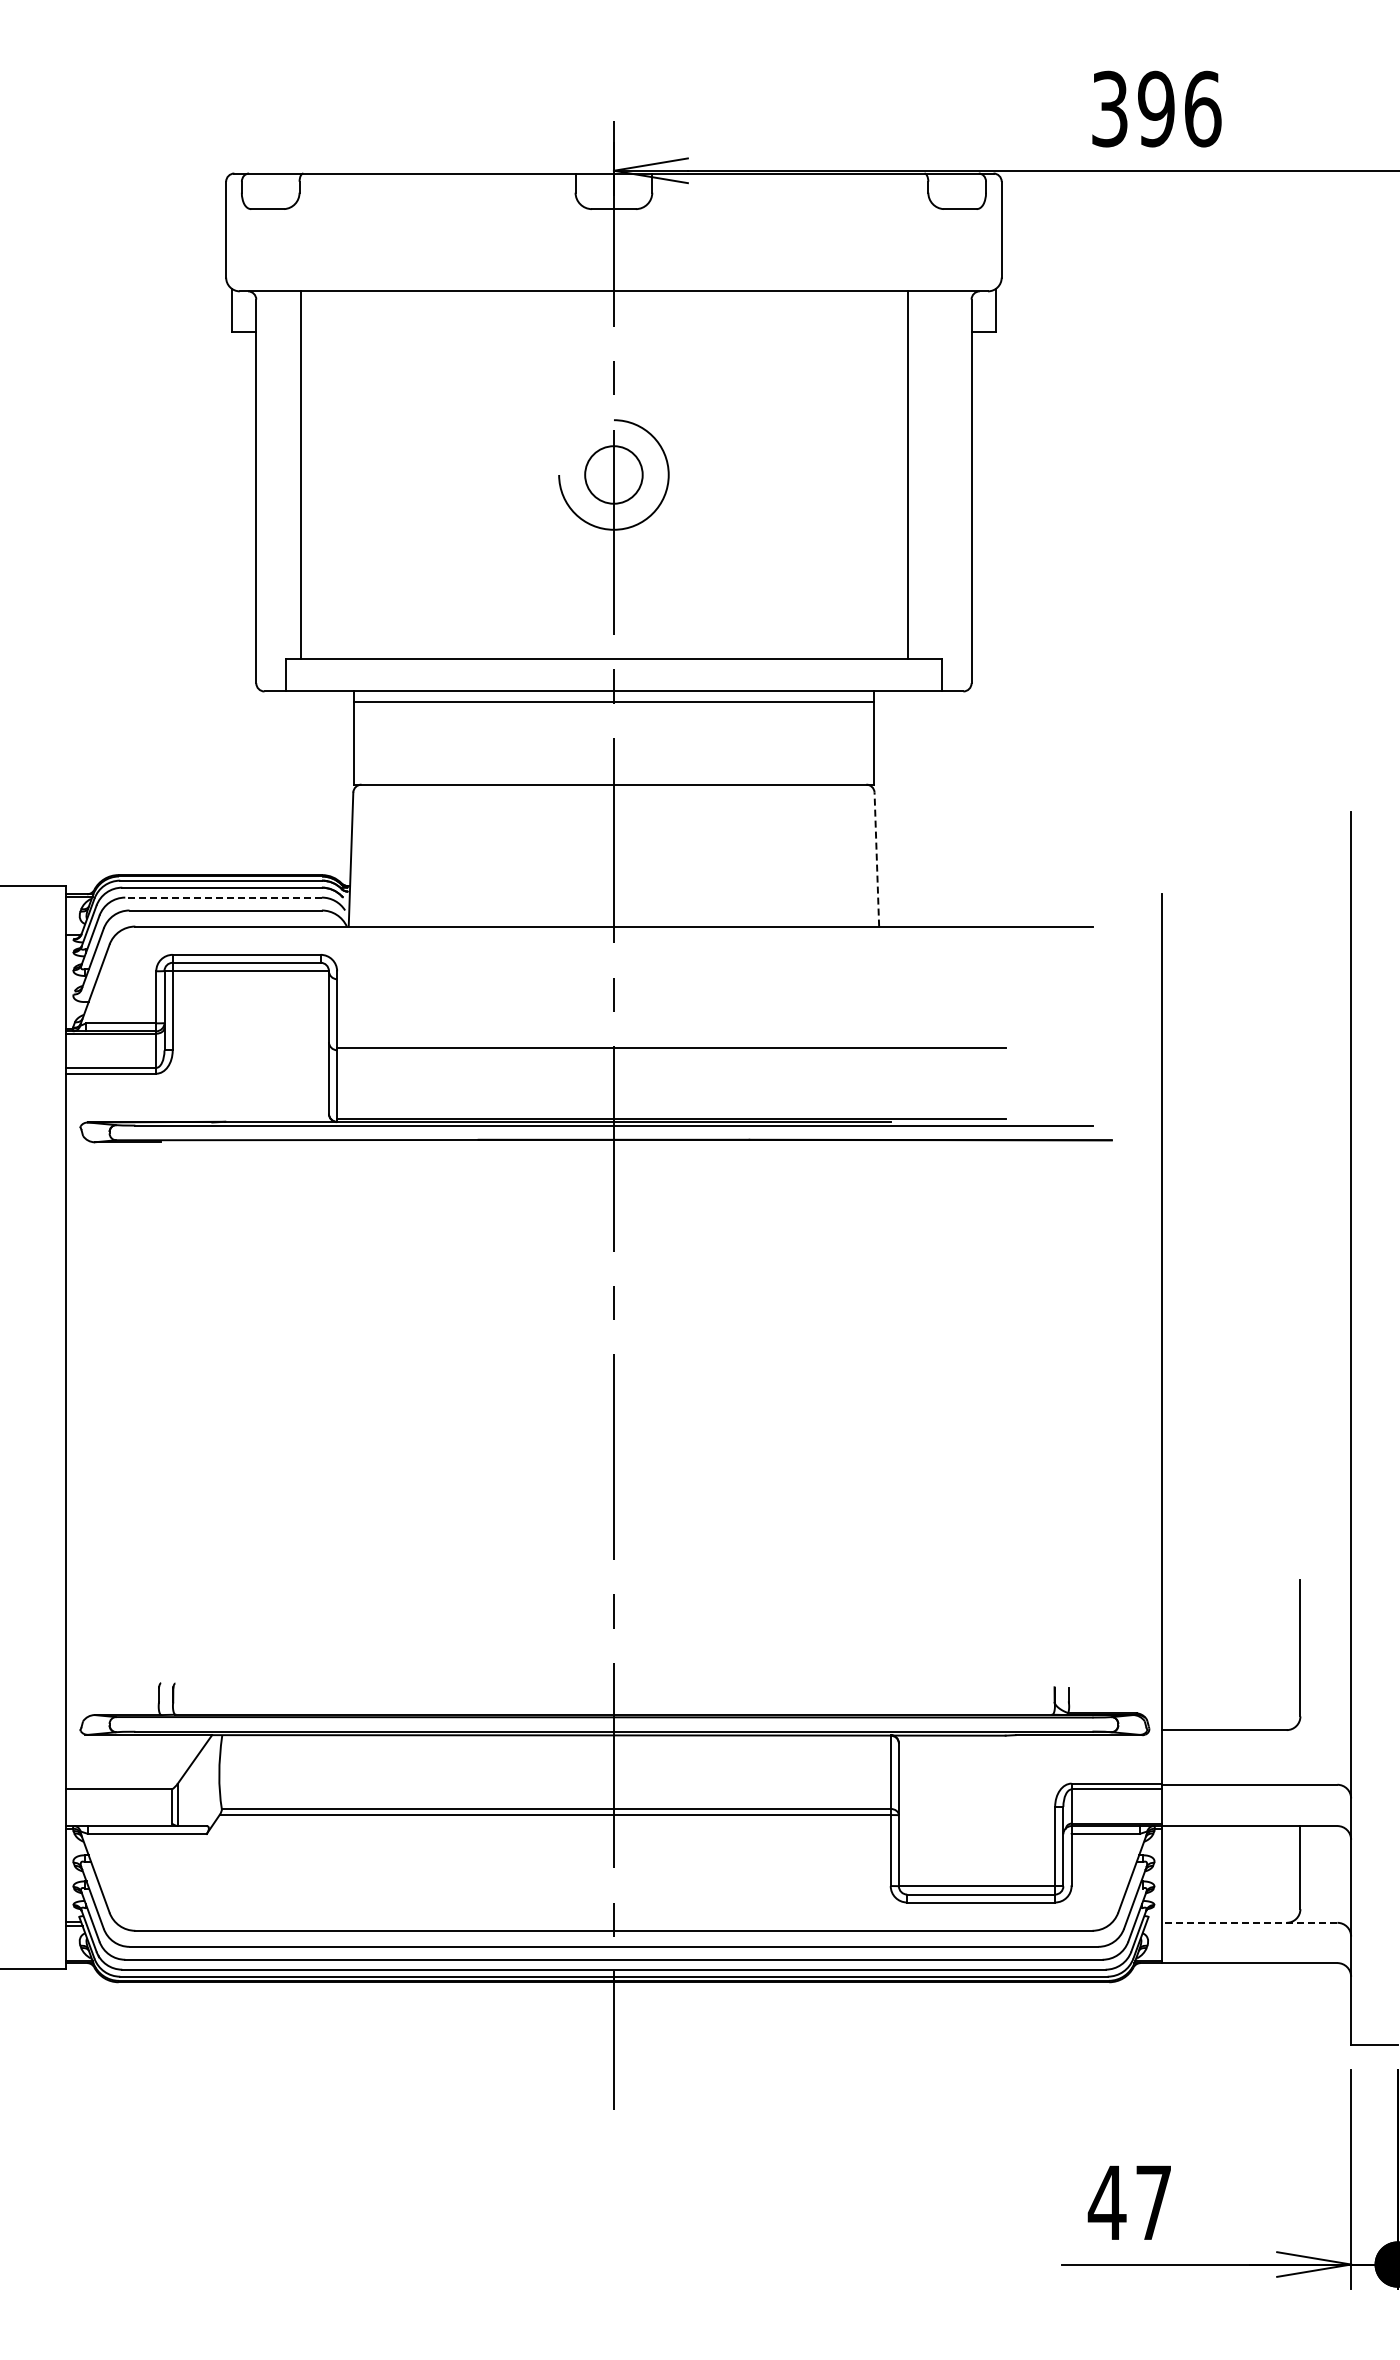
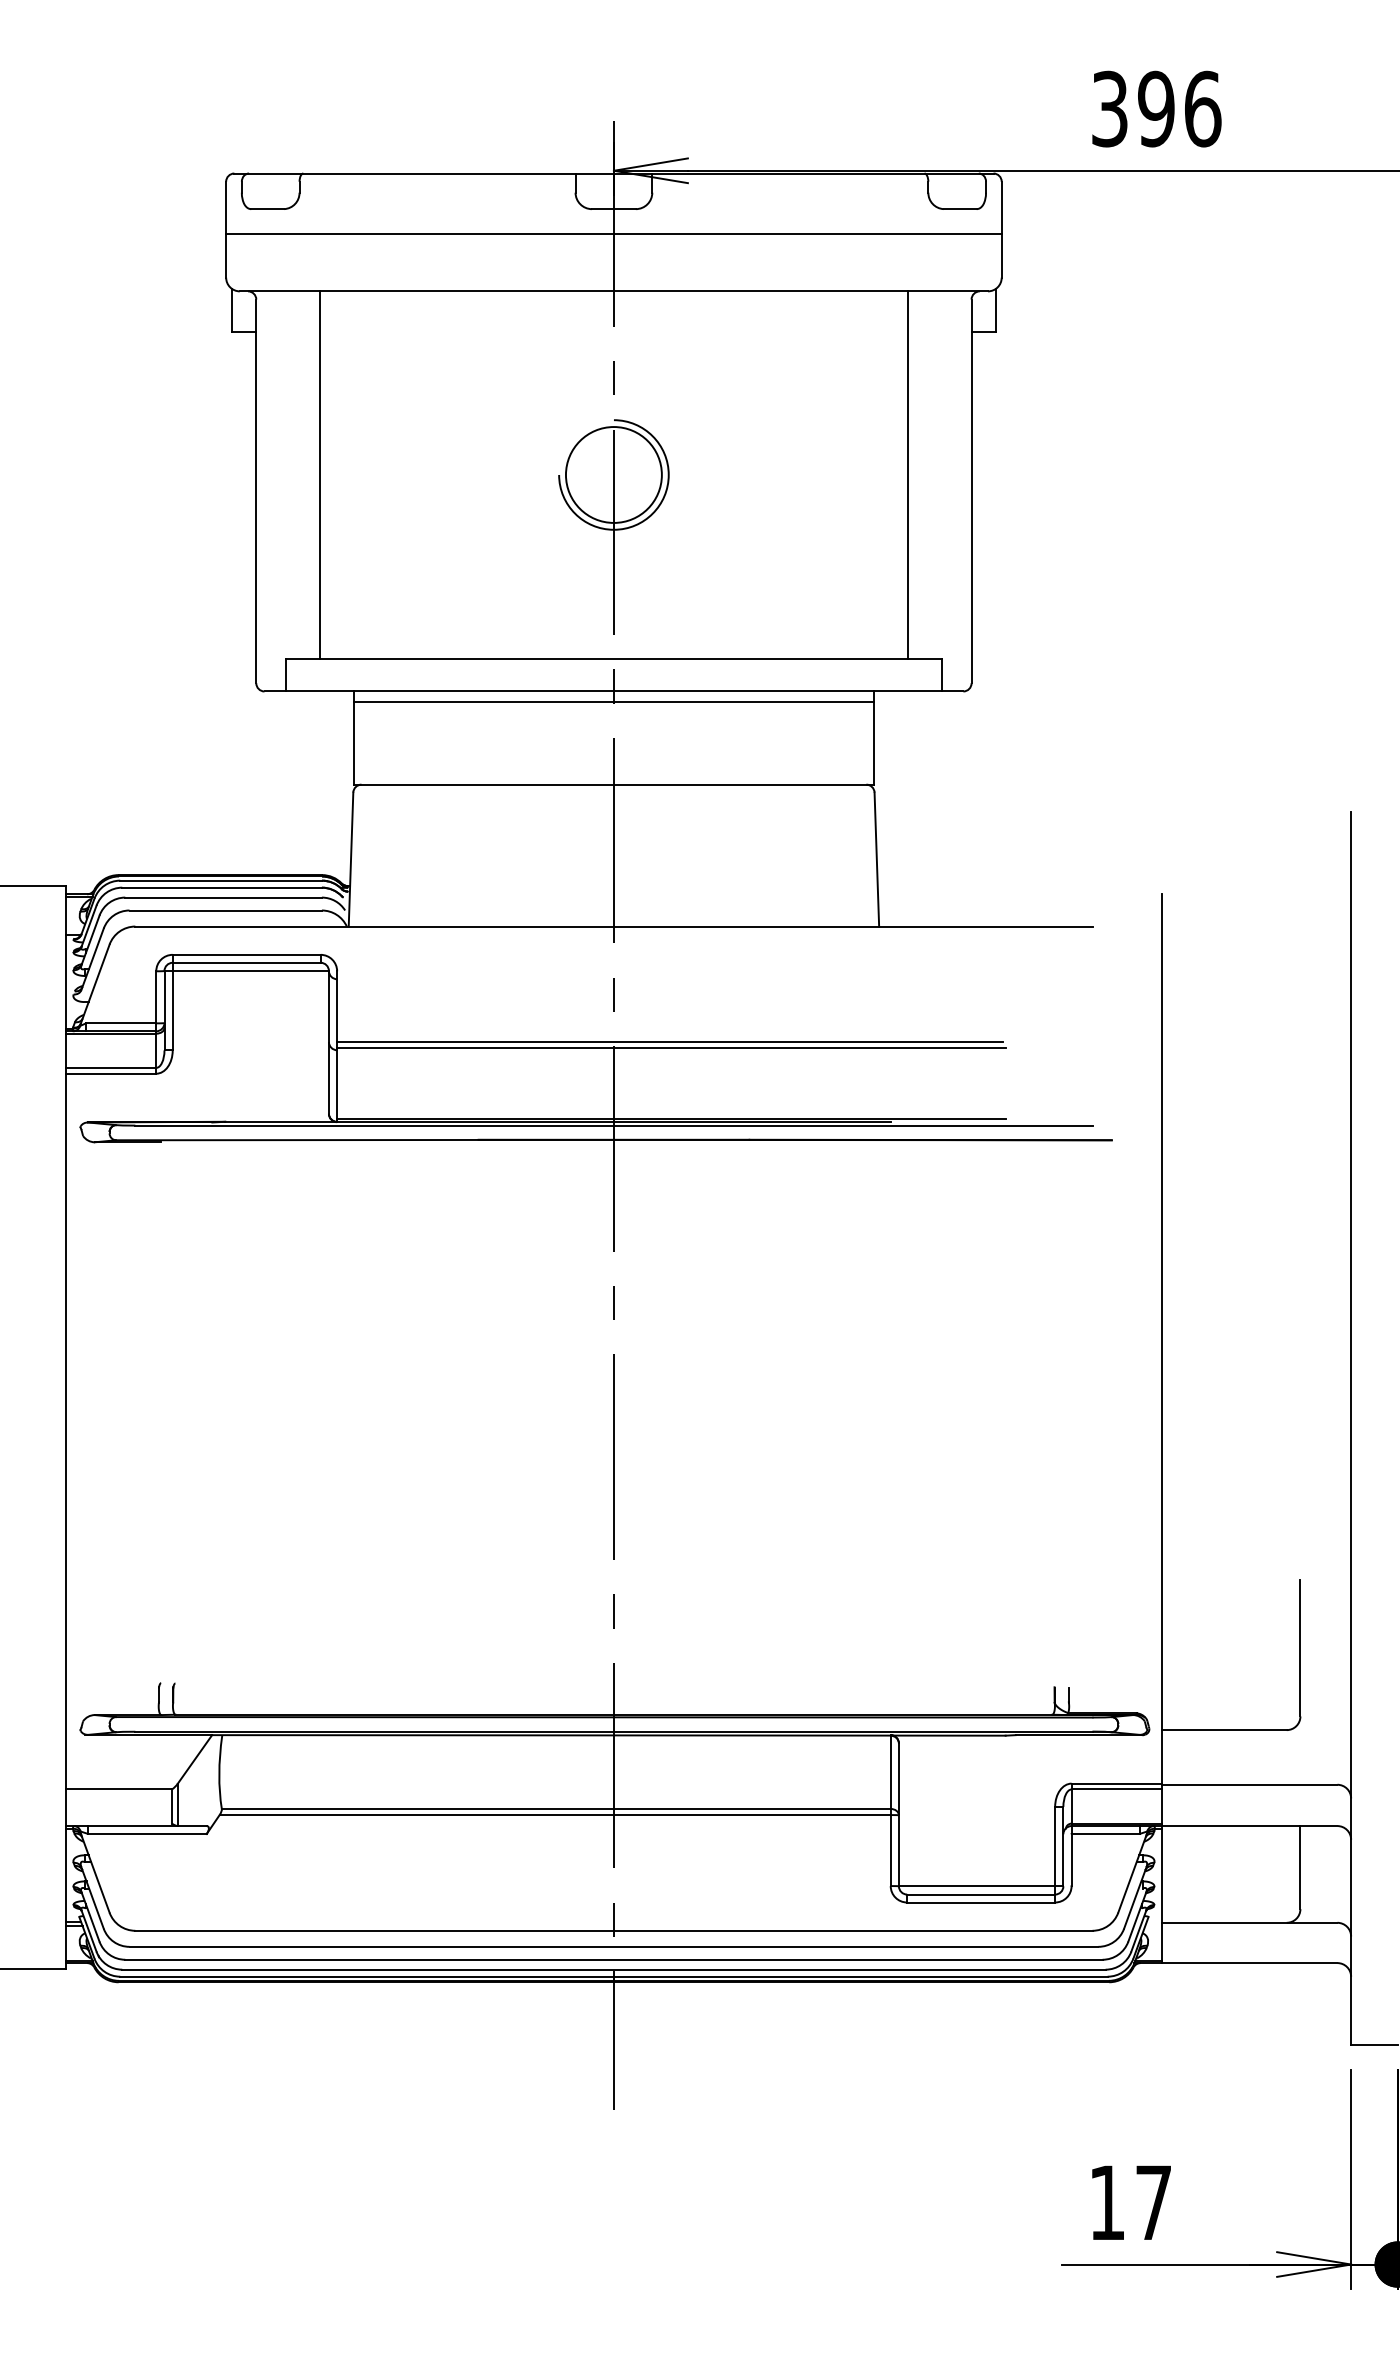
line at (613, 233): none -> present
line at (300, 474) position: (300, 474) -> (319, 474)
circle at (613, 474) diameter: 58 px -> 96 px
line at (876, 859): dashed -> solid
line at (223, 897): dashed -> solid
line at (669, 1042): none -> present
line at (1249, 1922): dashed -> solid
text at (1106, 2202): 47 -> 17
